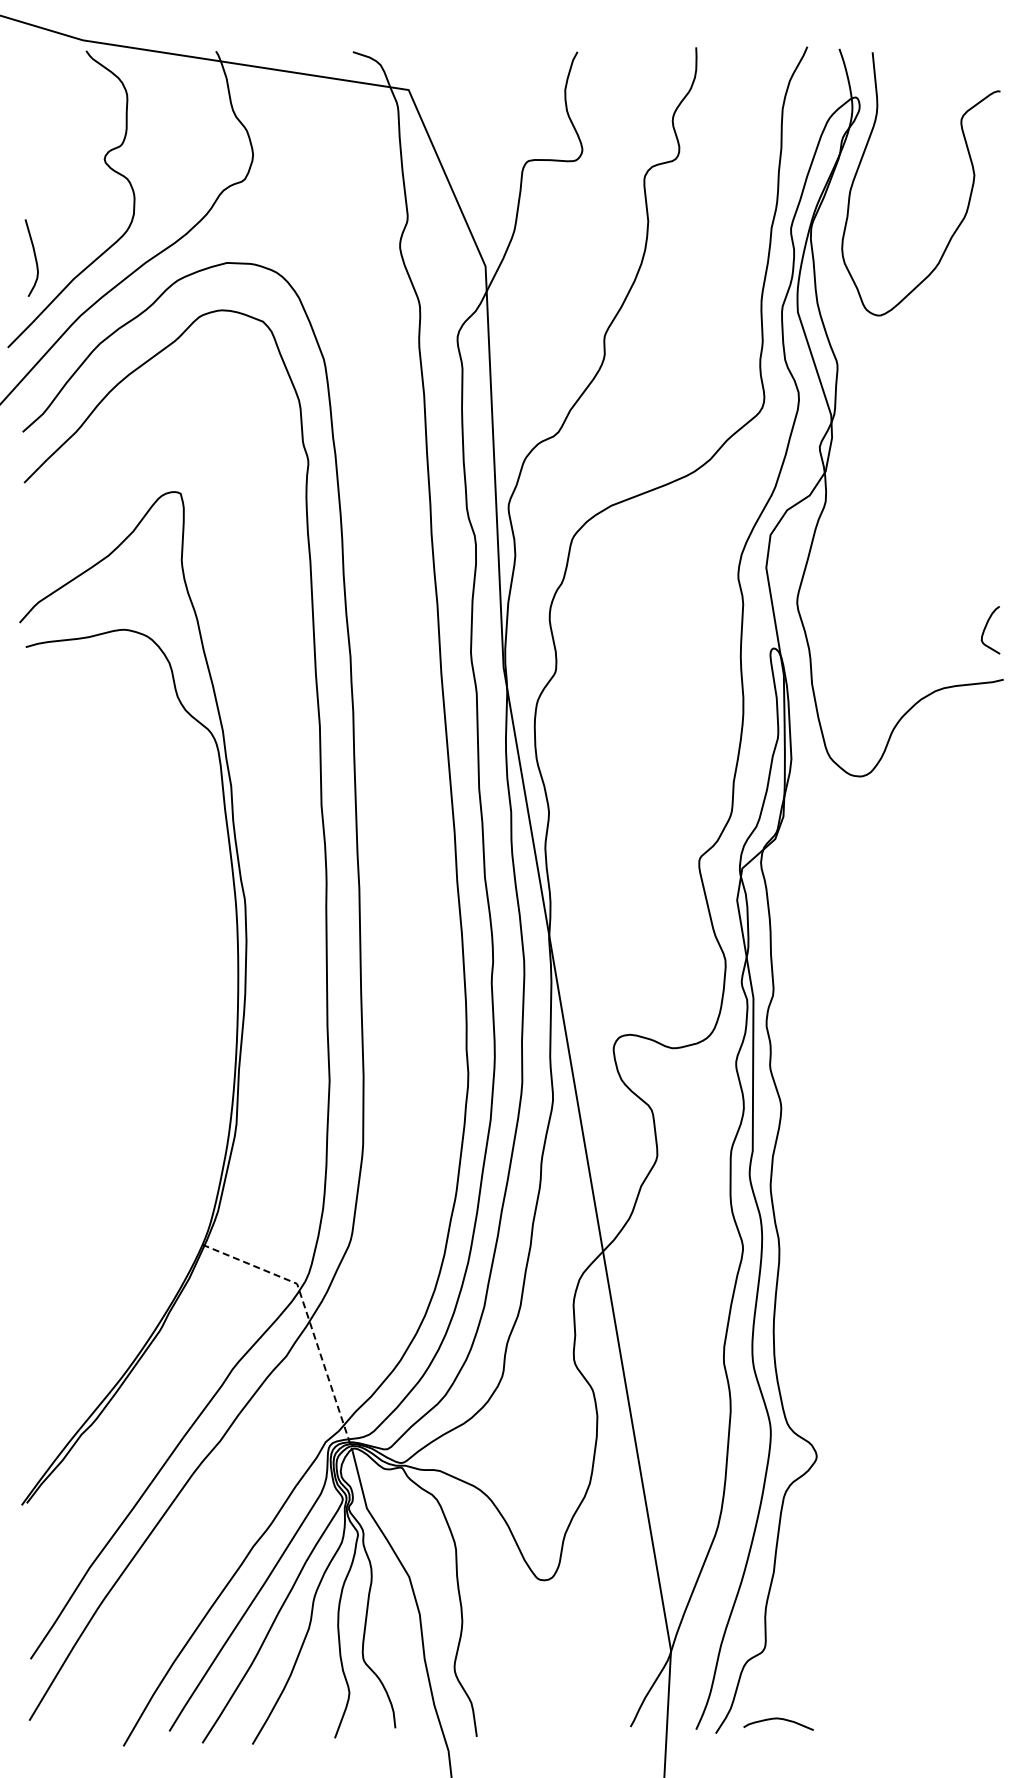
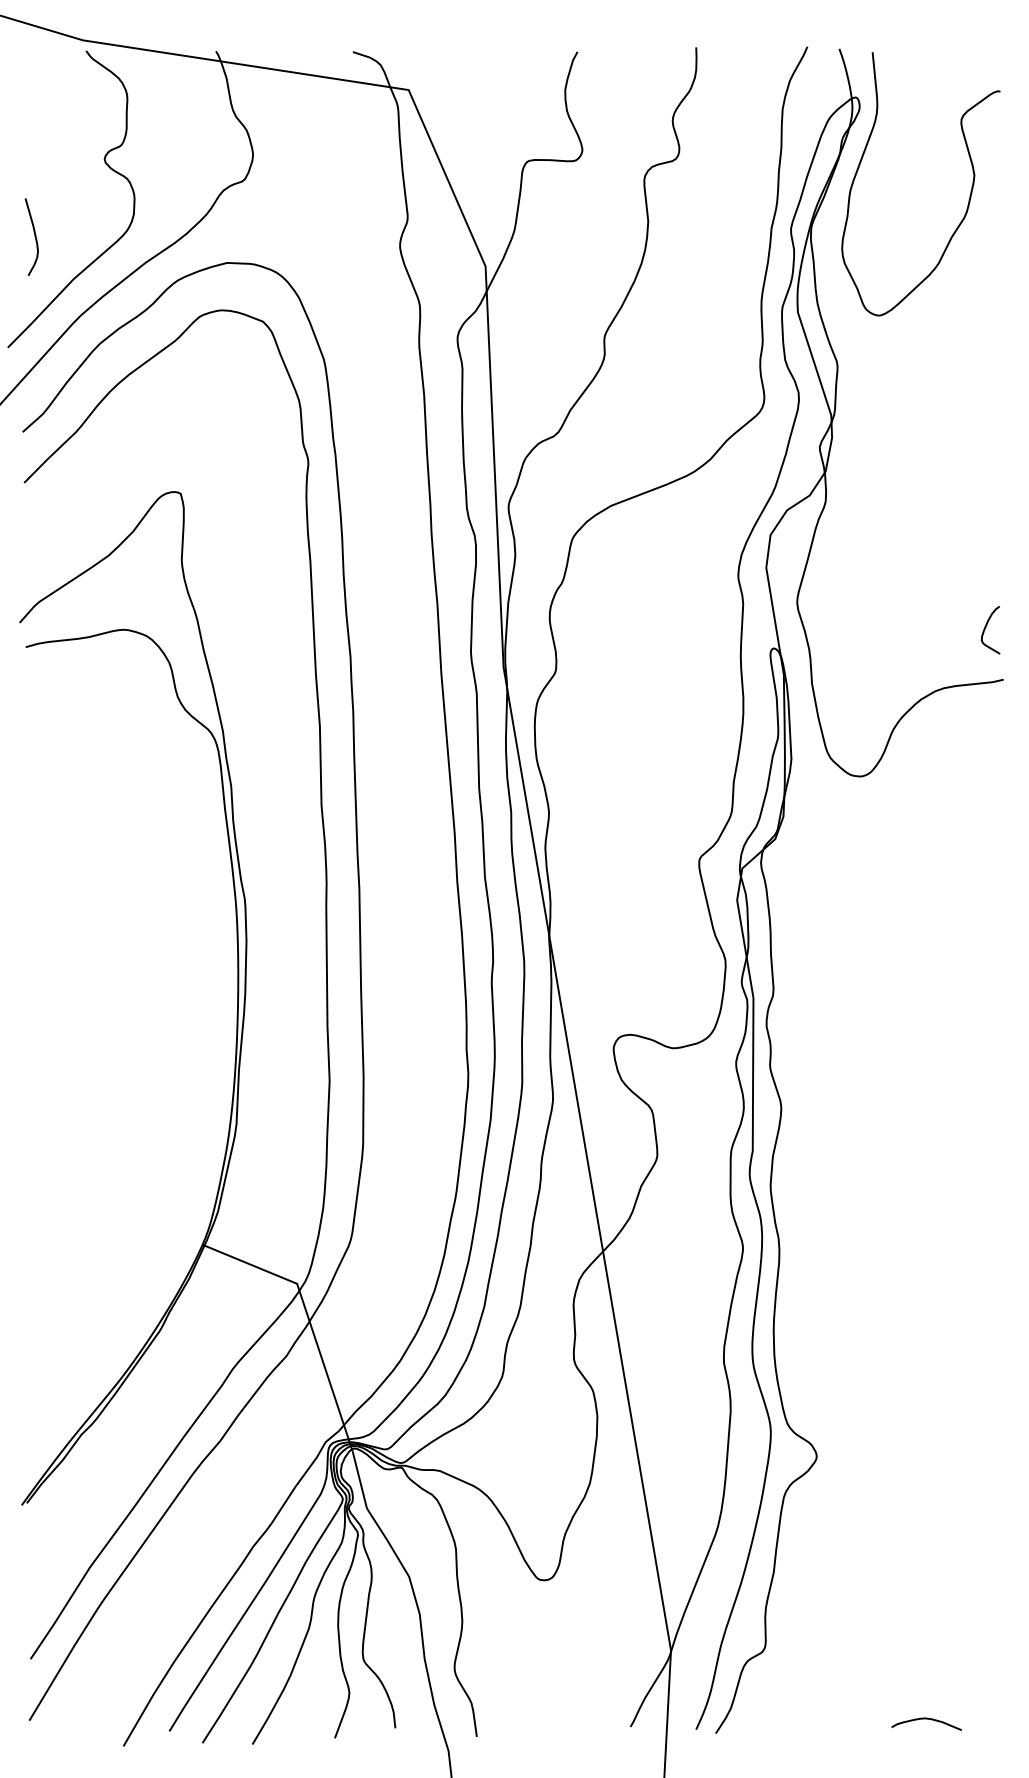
curve at (34, 257) position: (34, 257) -> (34, 236)
line at (308, 1318): dashed -> solid
curve at (778, 1719) position: (778, 1719) -> (926, 1719)
